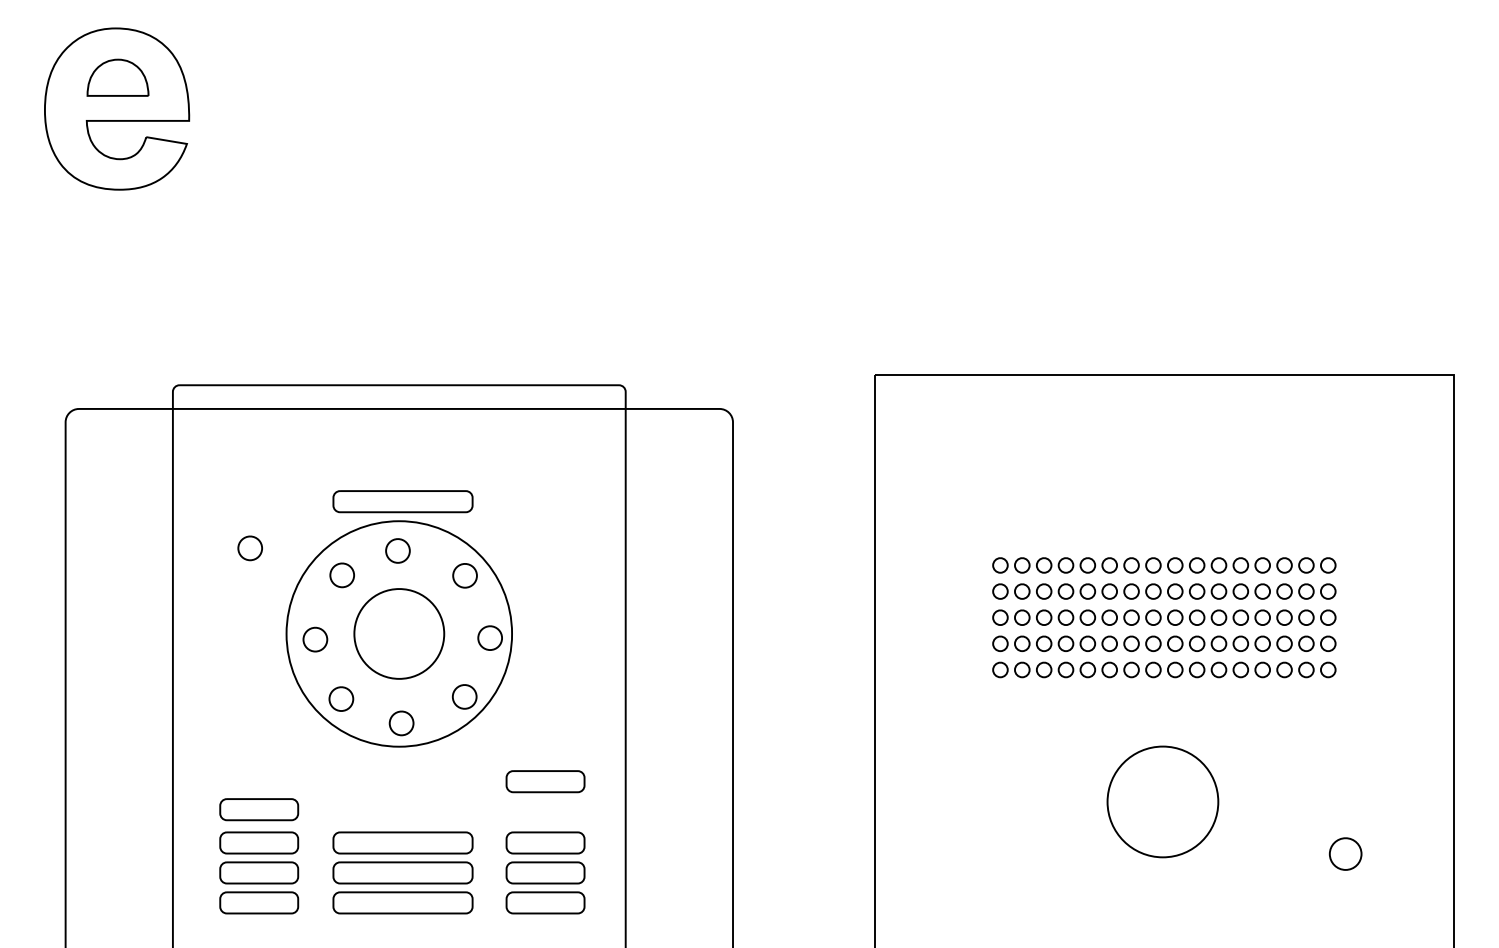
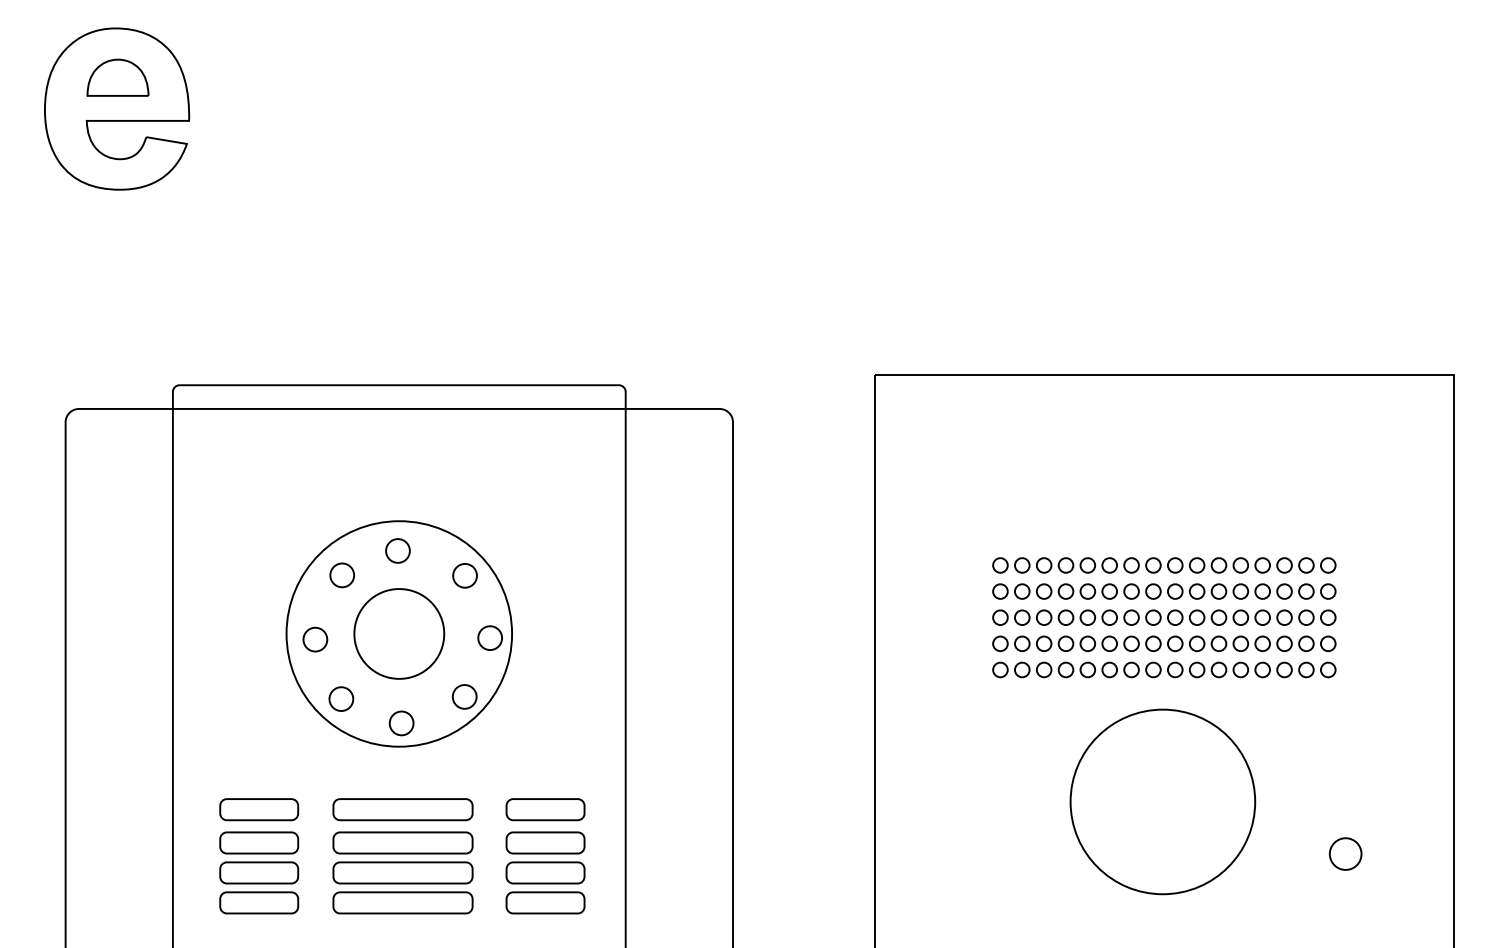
part at (402, 501) position: (402, 501) -> (402, 809)
part at (249, 548): present -> none
part at (545, 781) position: (545, 781) -> (545, 809)
part at (1162, 801) size: 114x114 px -> 188x188 px
